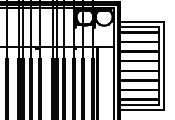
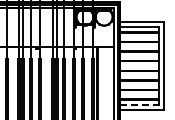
line at (140, 105): solid -> dashed
